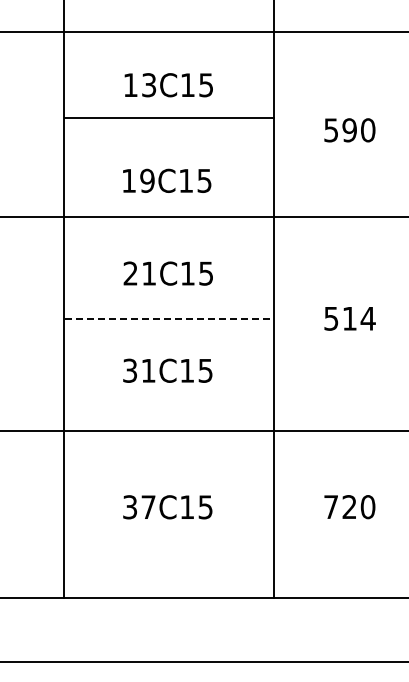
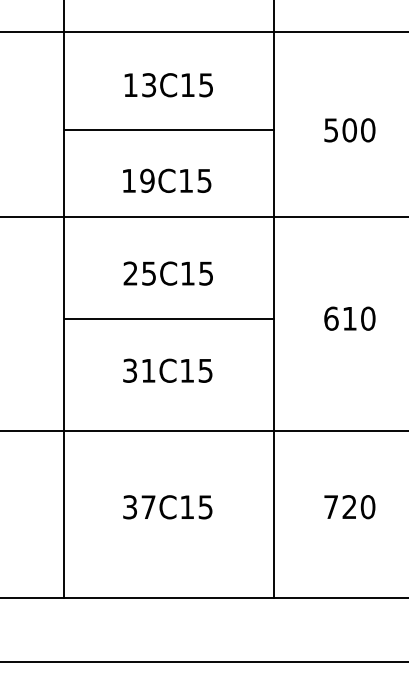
line at (169, 118) position: (169, 118) -> (169, 130)
text at (349, 130): 590 -> 500
text at (148, 273): 21C15 -> 25C15
line at (170, 318): dashed -> solid
text at (349, 318): 514 -> 610
